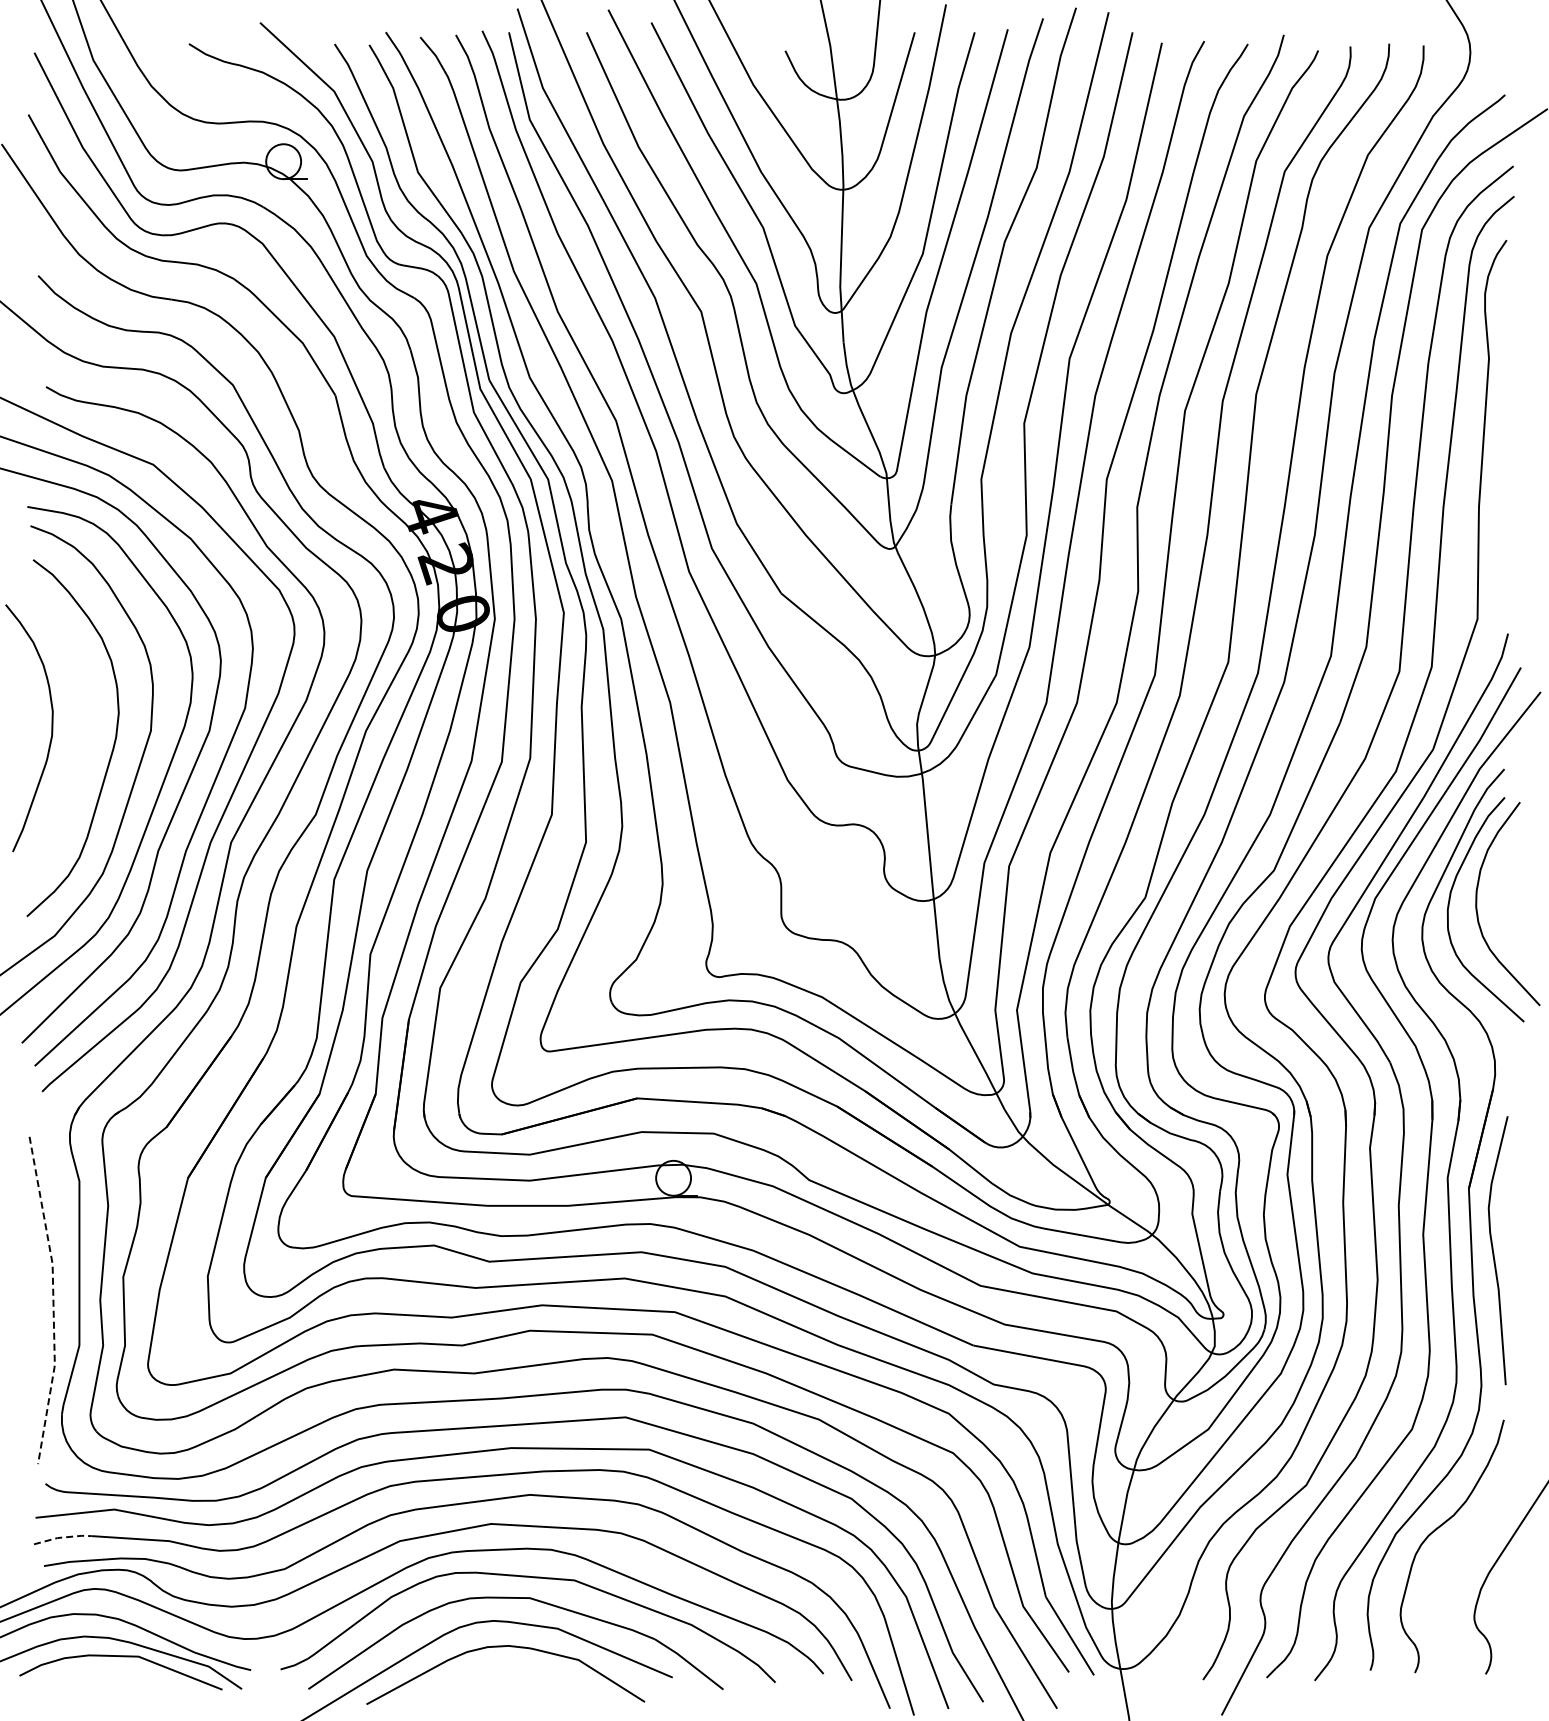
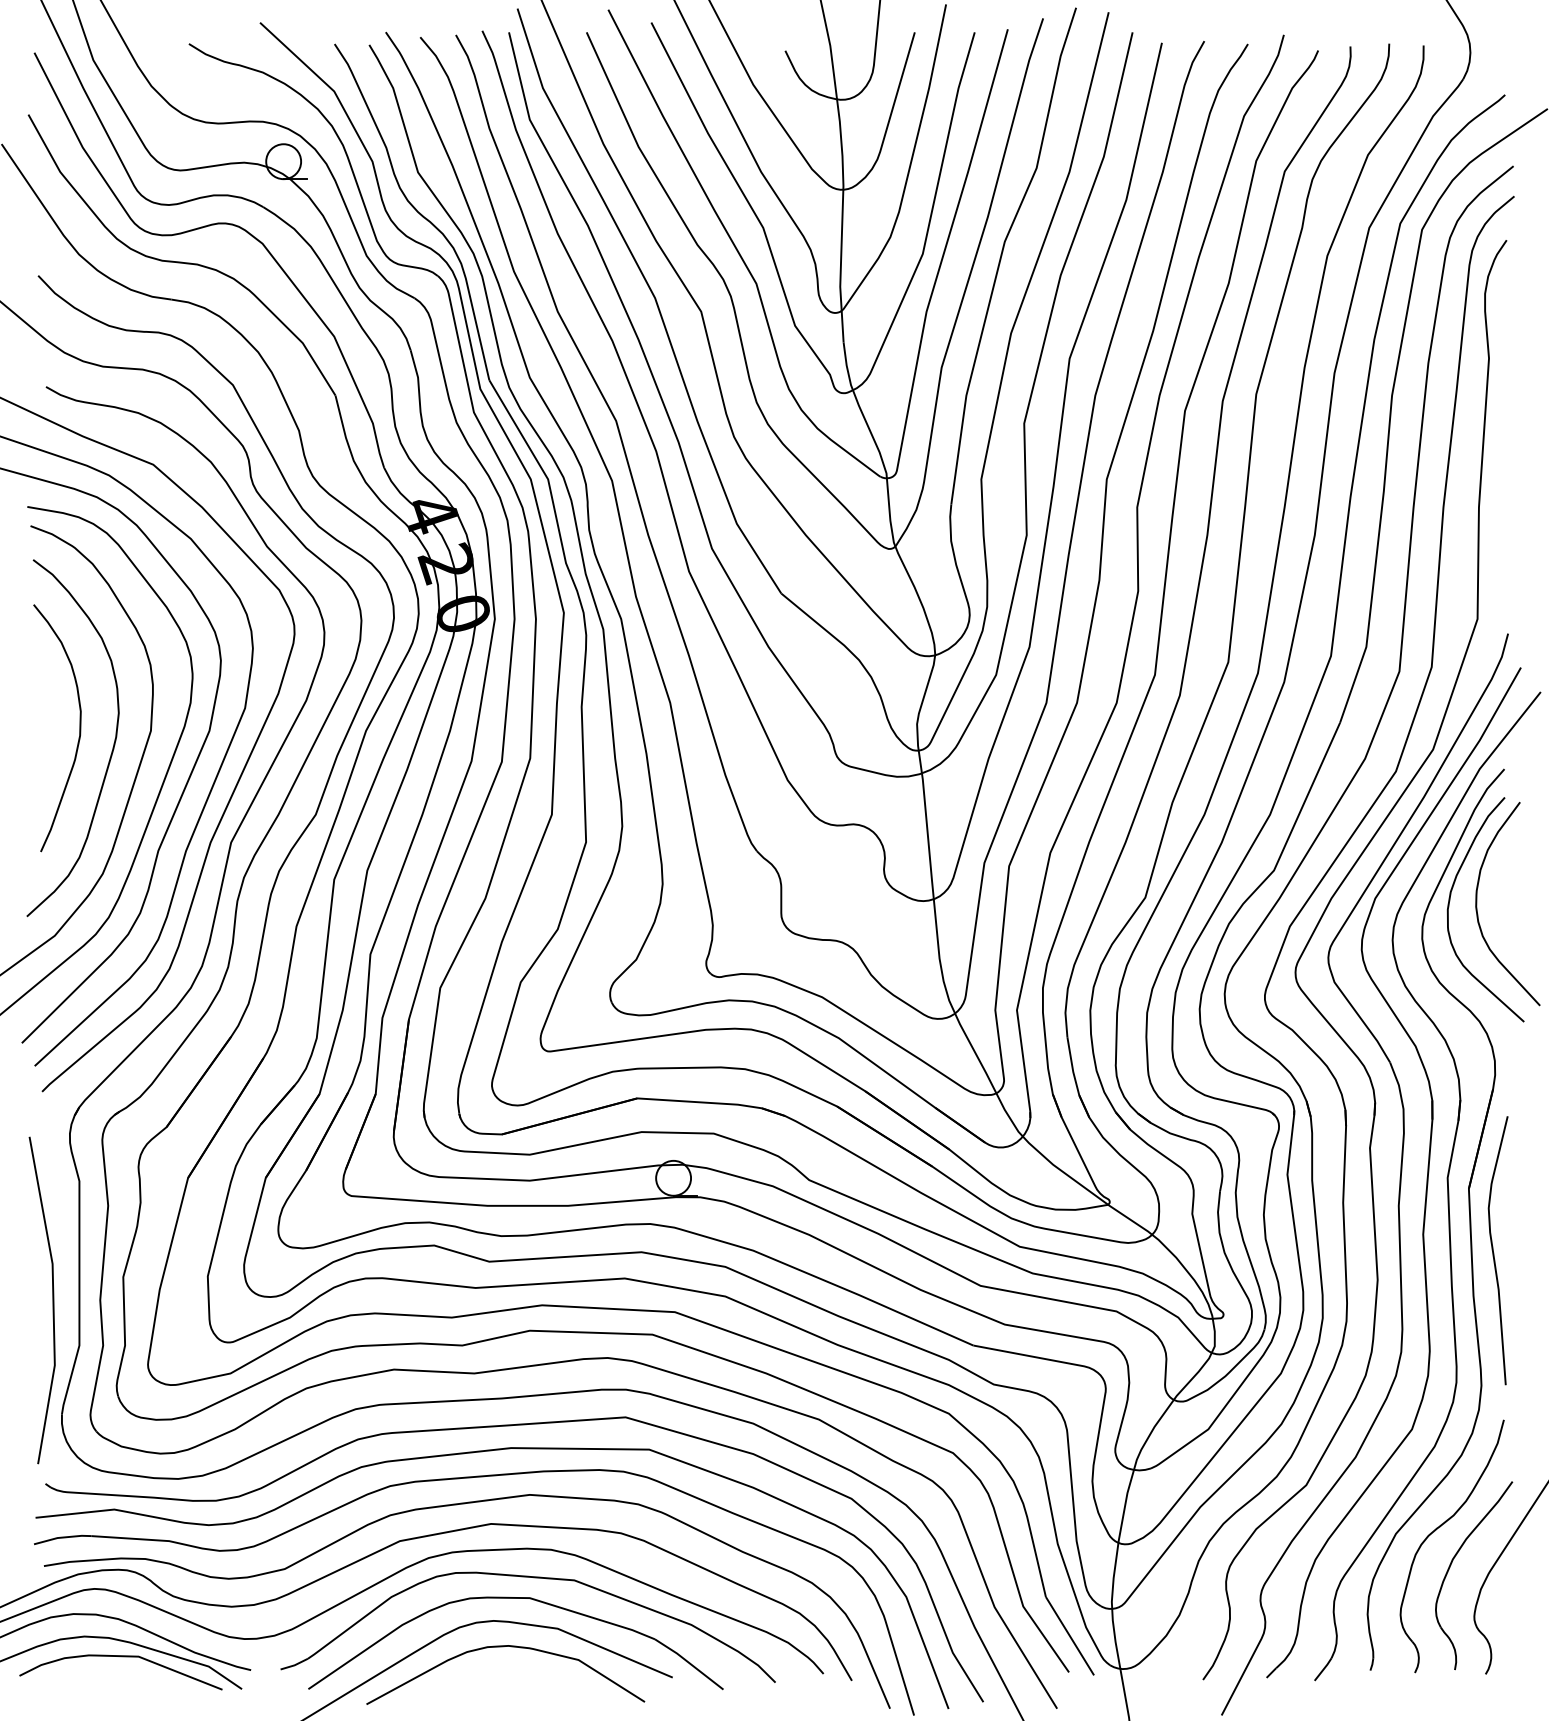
curve at (51, 728) position: (51, 728) -> (79, 728)
line at (53, 1300): dashed -> solid
line at (62, 1537): dashed -> solid
part at (1452, 1563): none -> present
